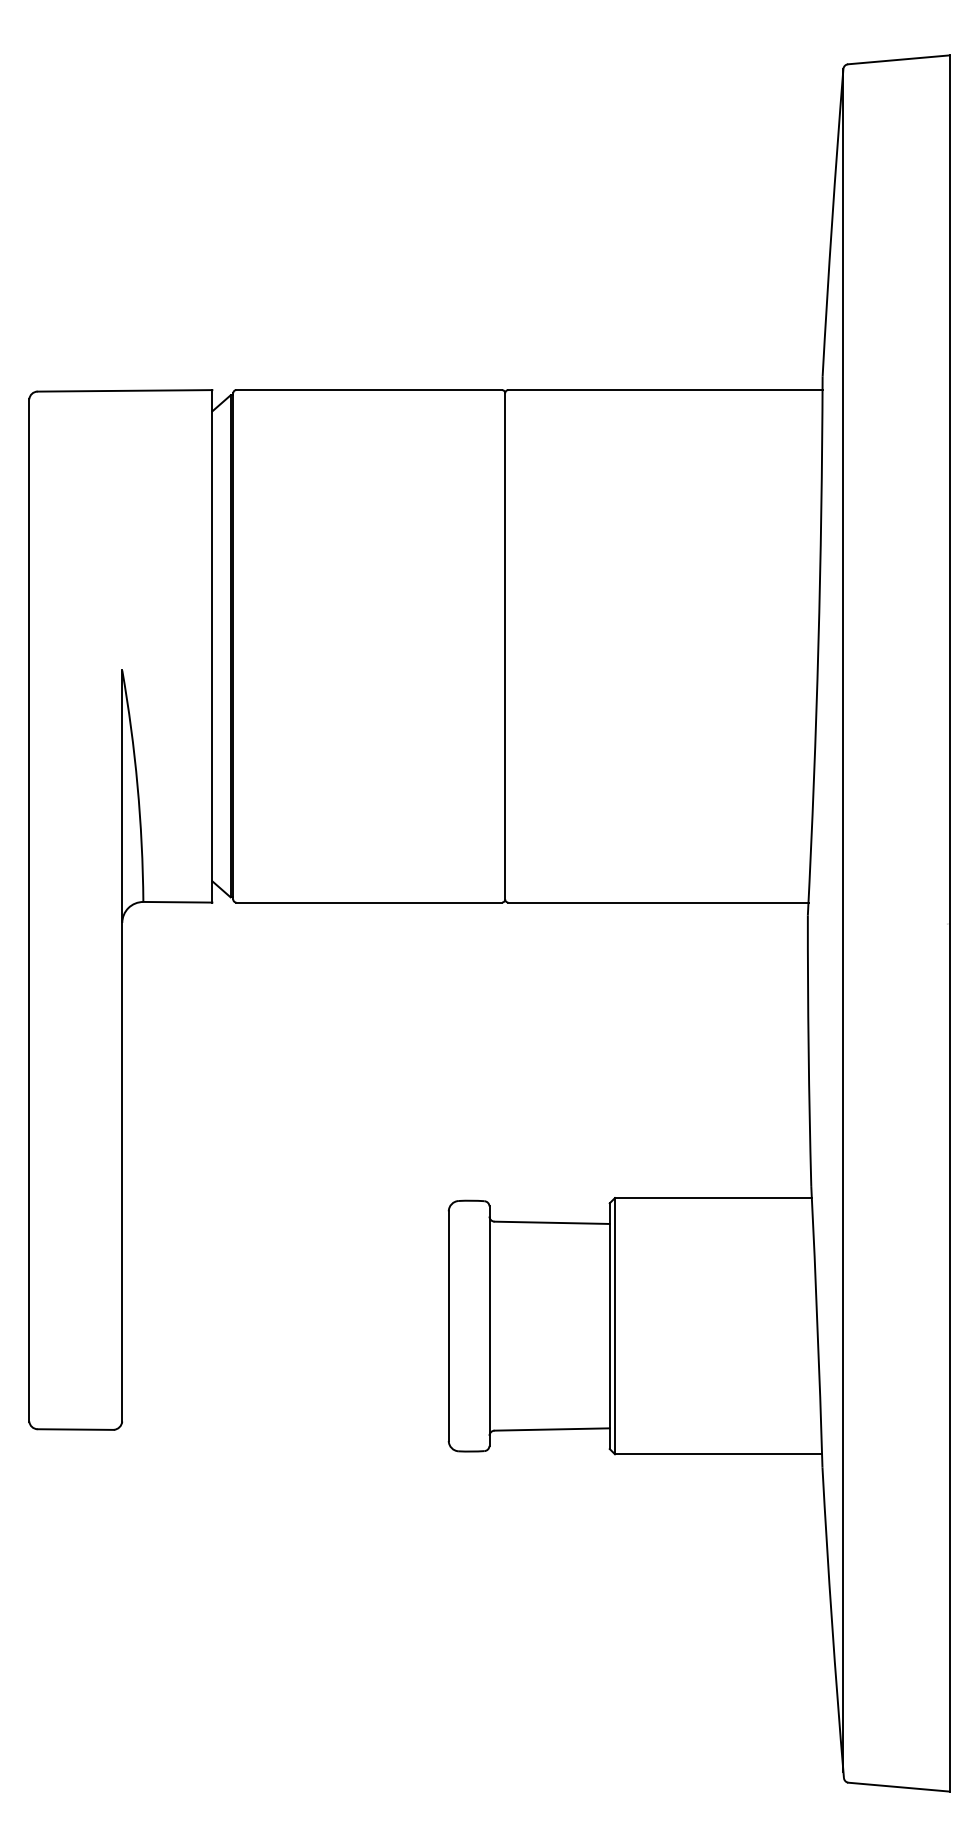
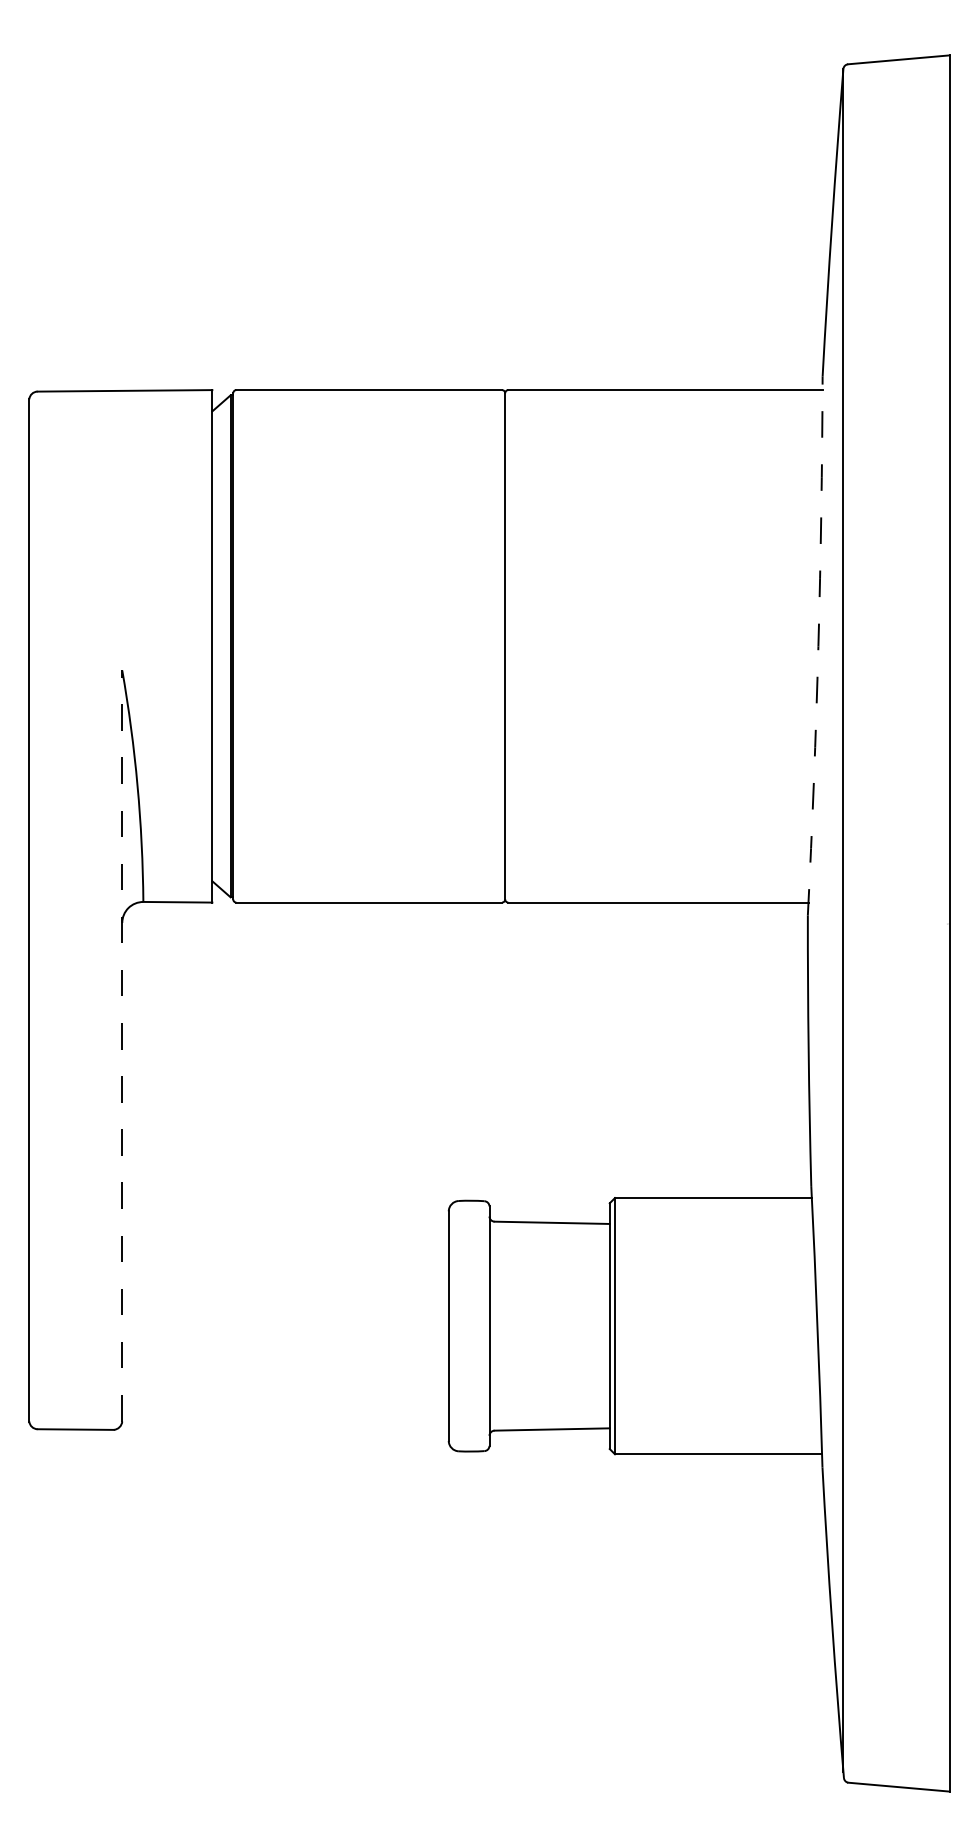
arc at (818, 646): solid -> dashed
line at (122, 1046): solid -> dashed
